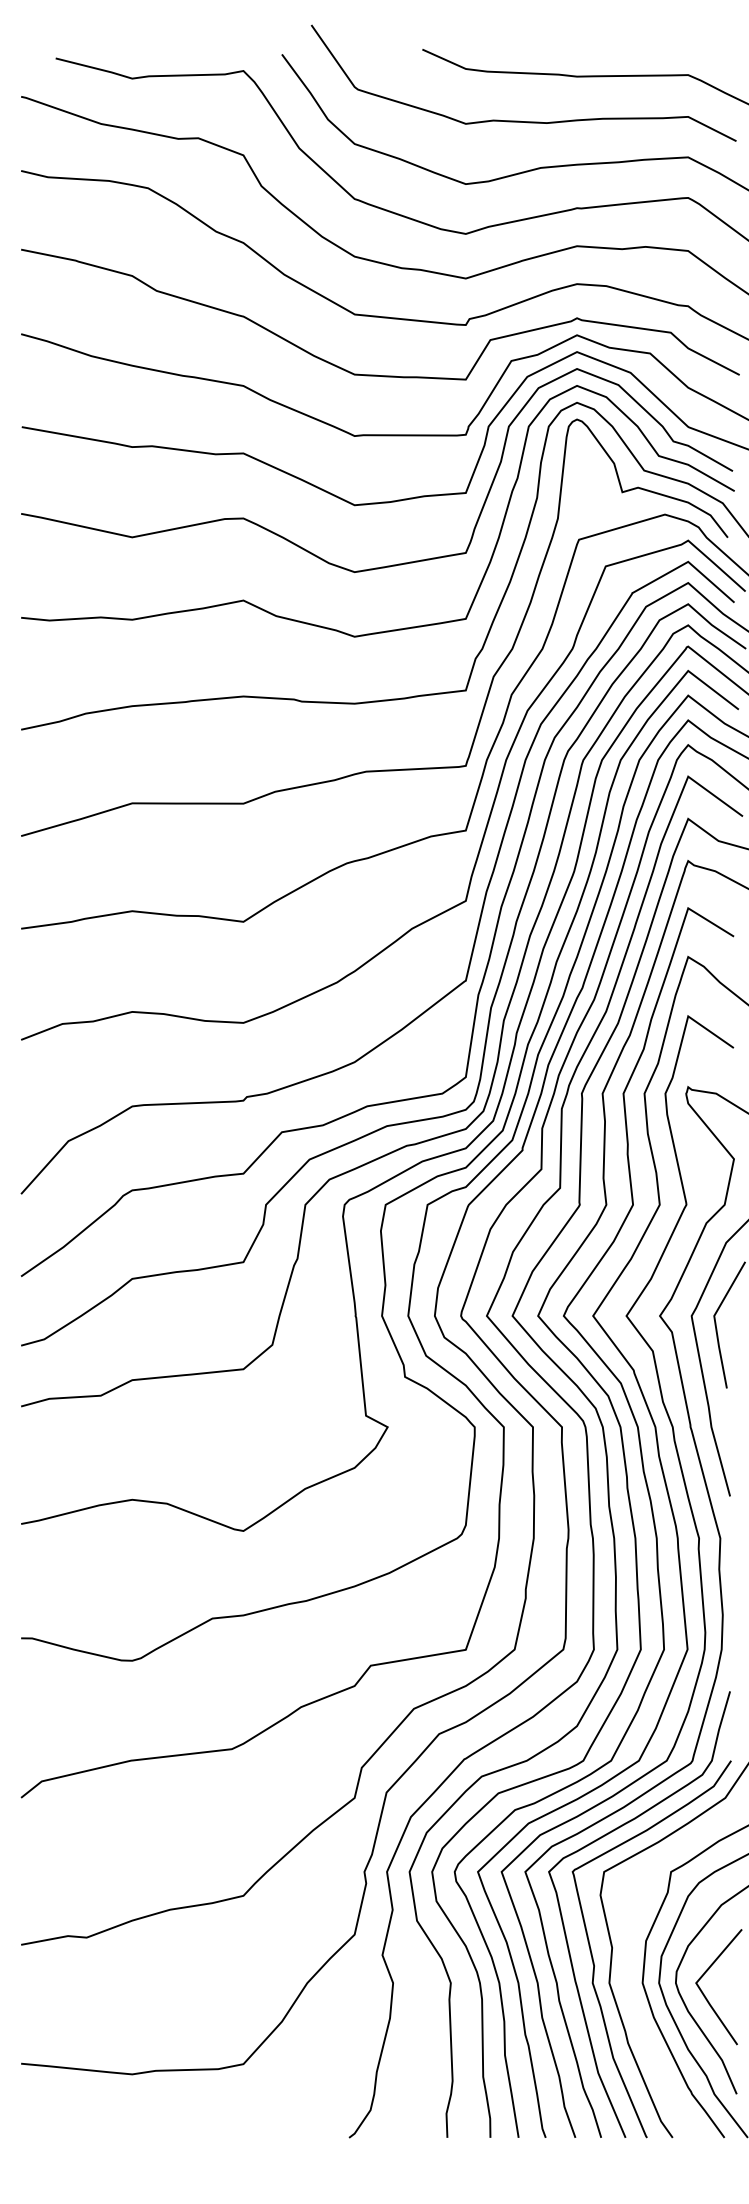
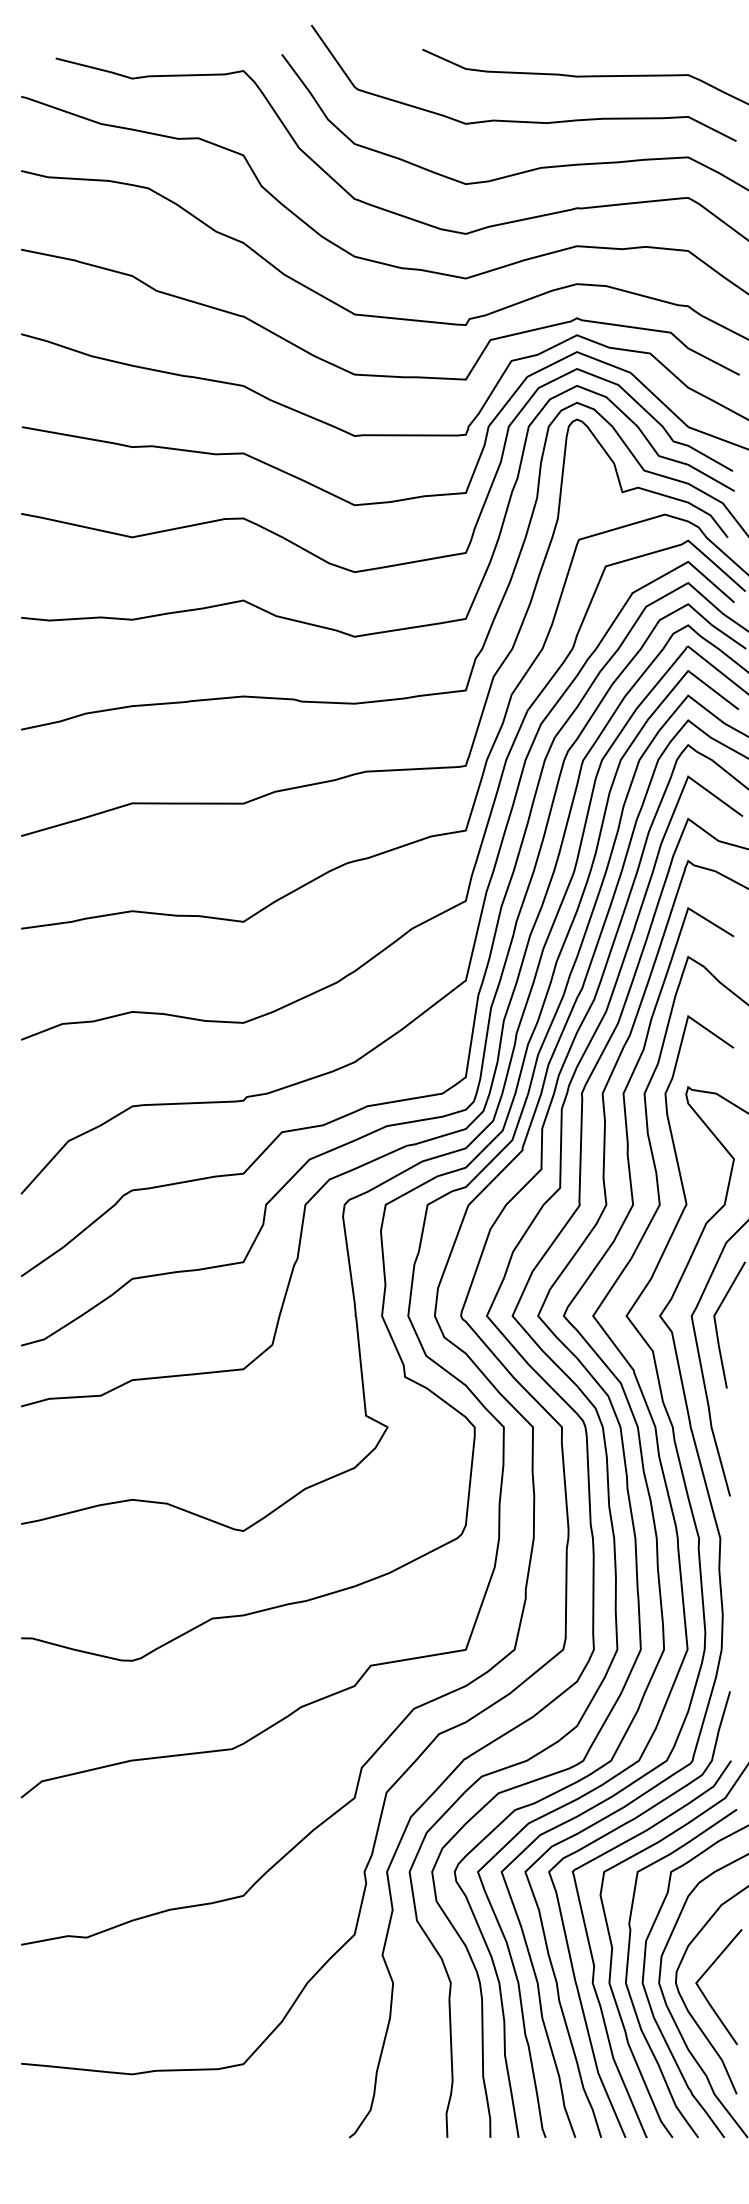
curve at (628, 1967): none -> present
